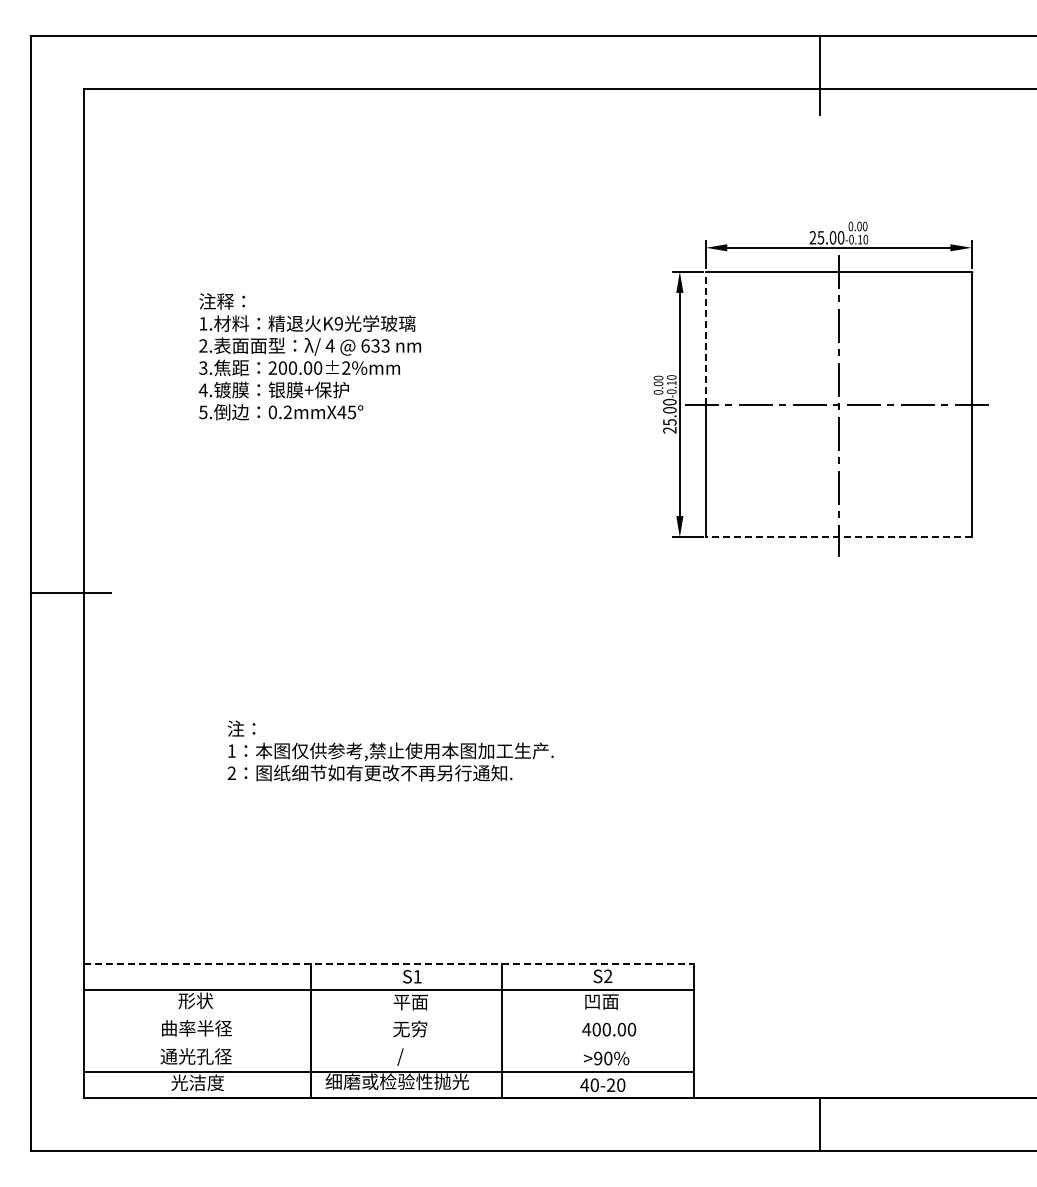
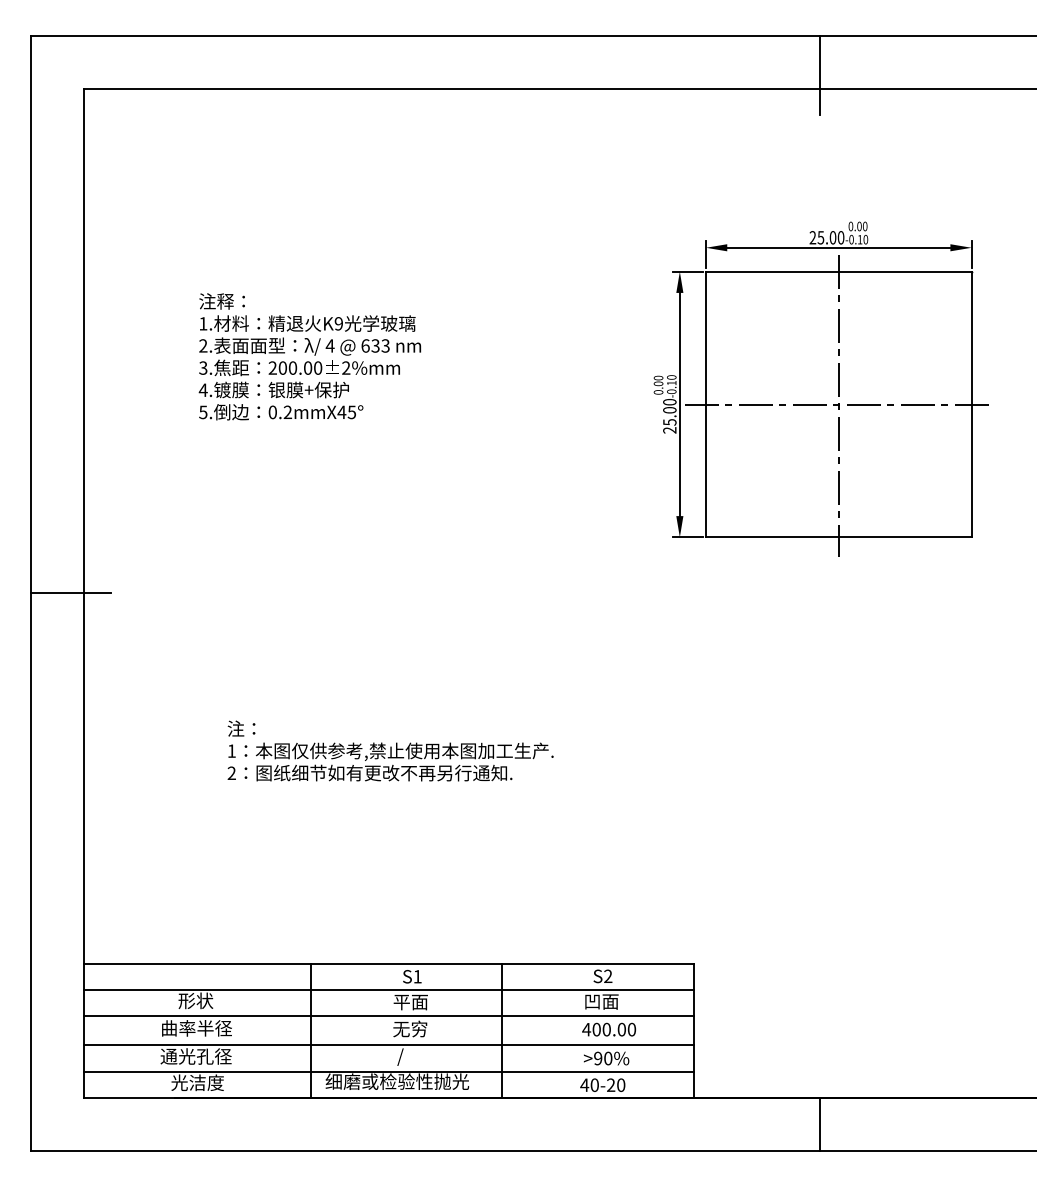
line at (705, 337): dashed -> solid
line at (838, 537): dashed -> solid
line at (388, 963): dashed -> solid
line at (388, 1016): none -> present
line at (388, 1045): none -> present
